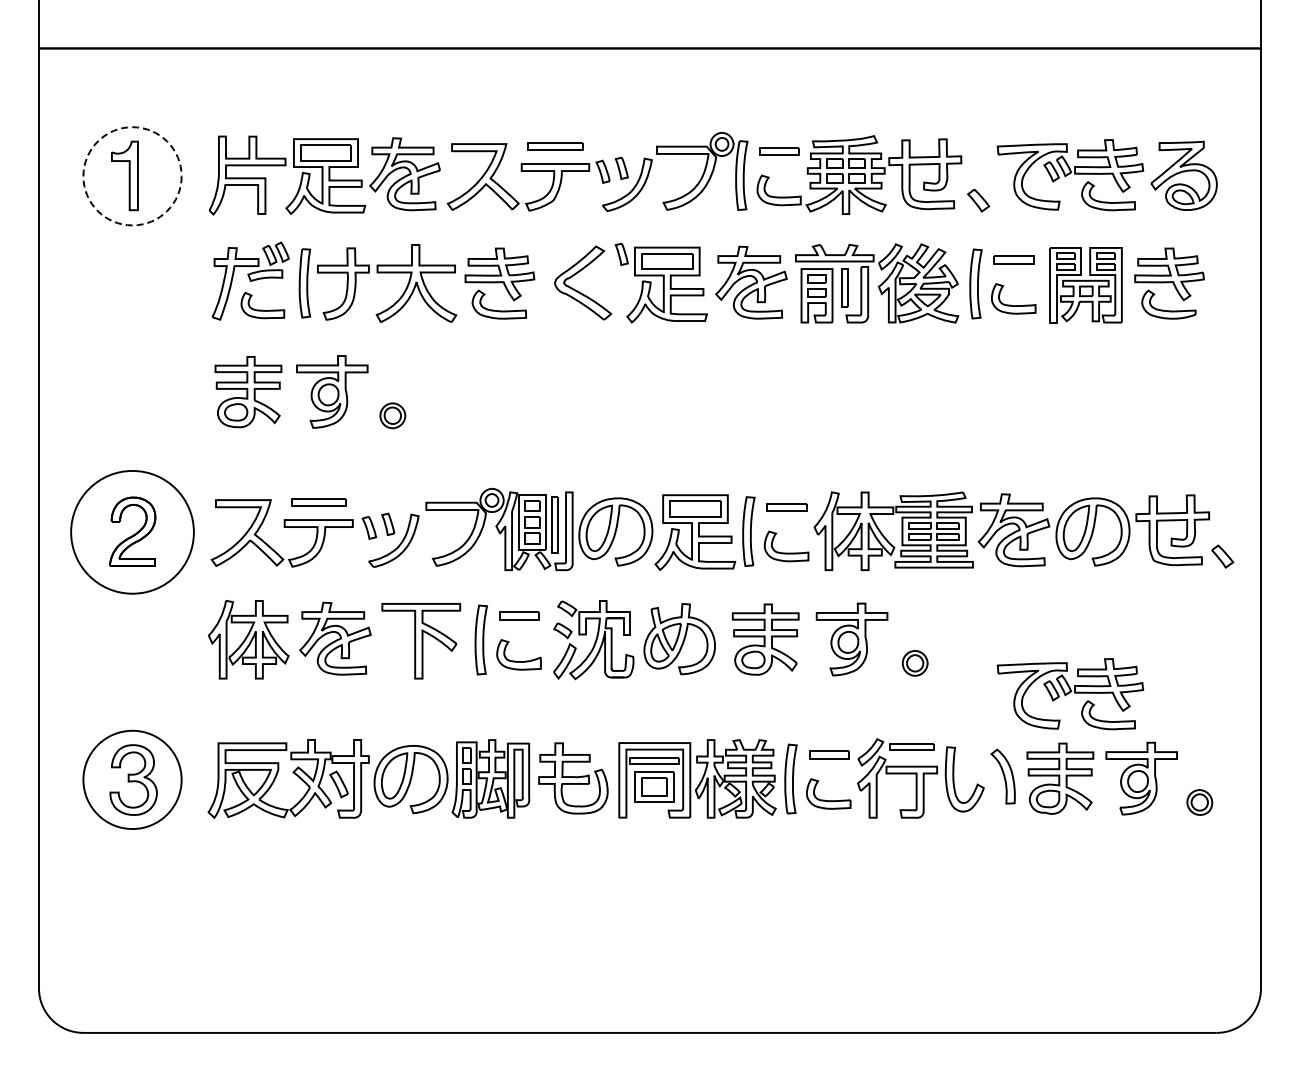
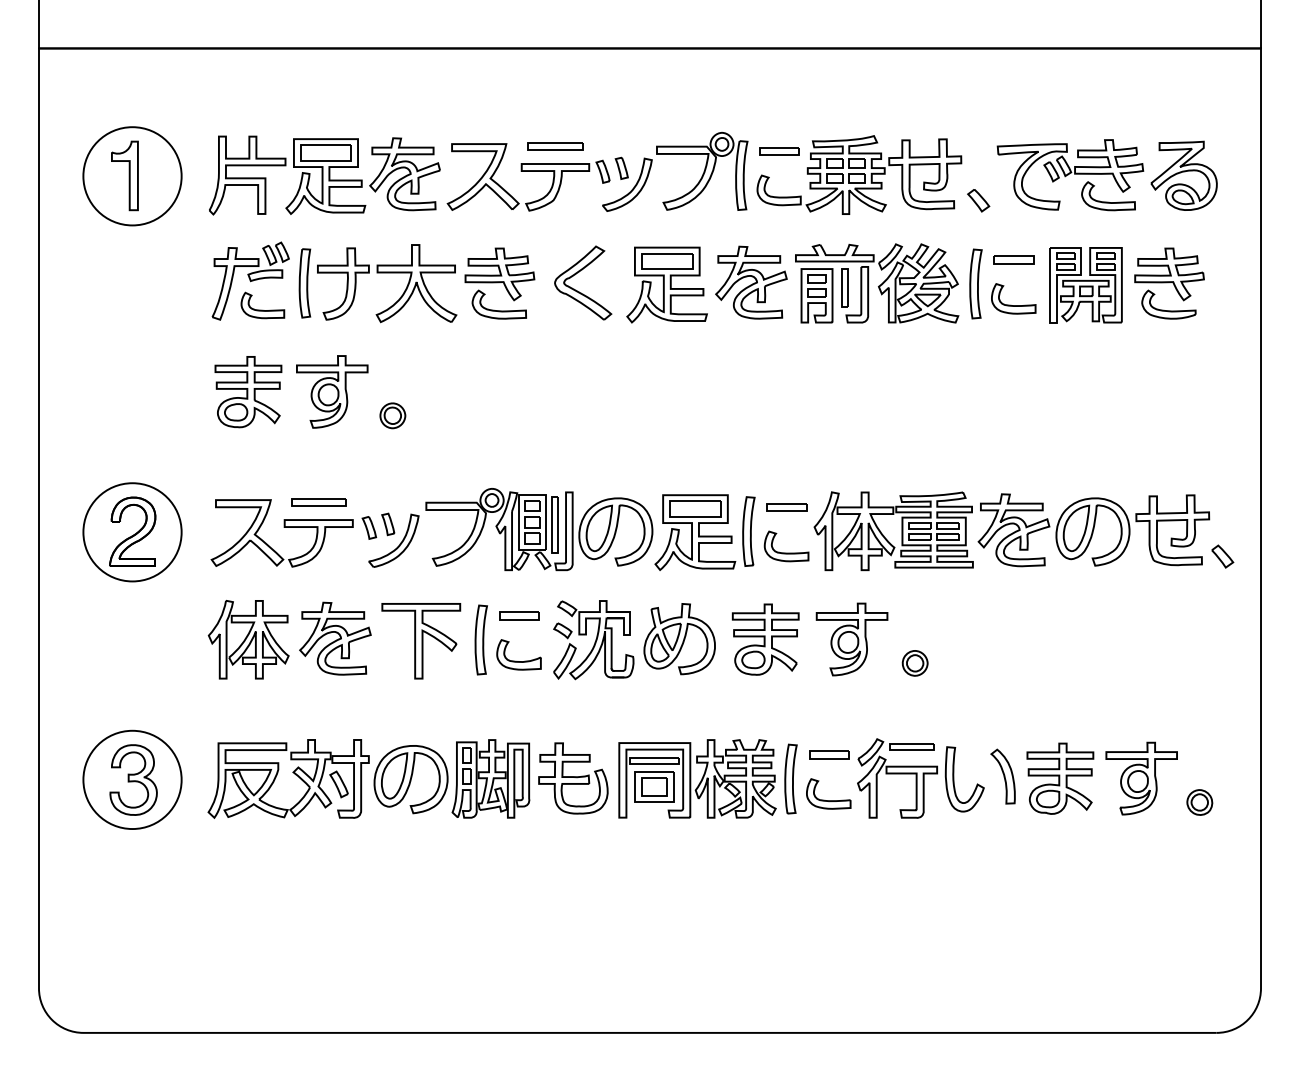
circle at (132, 176): dashed -> solid
part at (621, 253): present -> none
circle at (132, 531) diameter: 123 px -> 98 px
part at (1070, 694): present -> none
